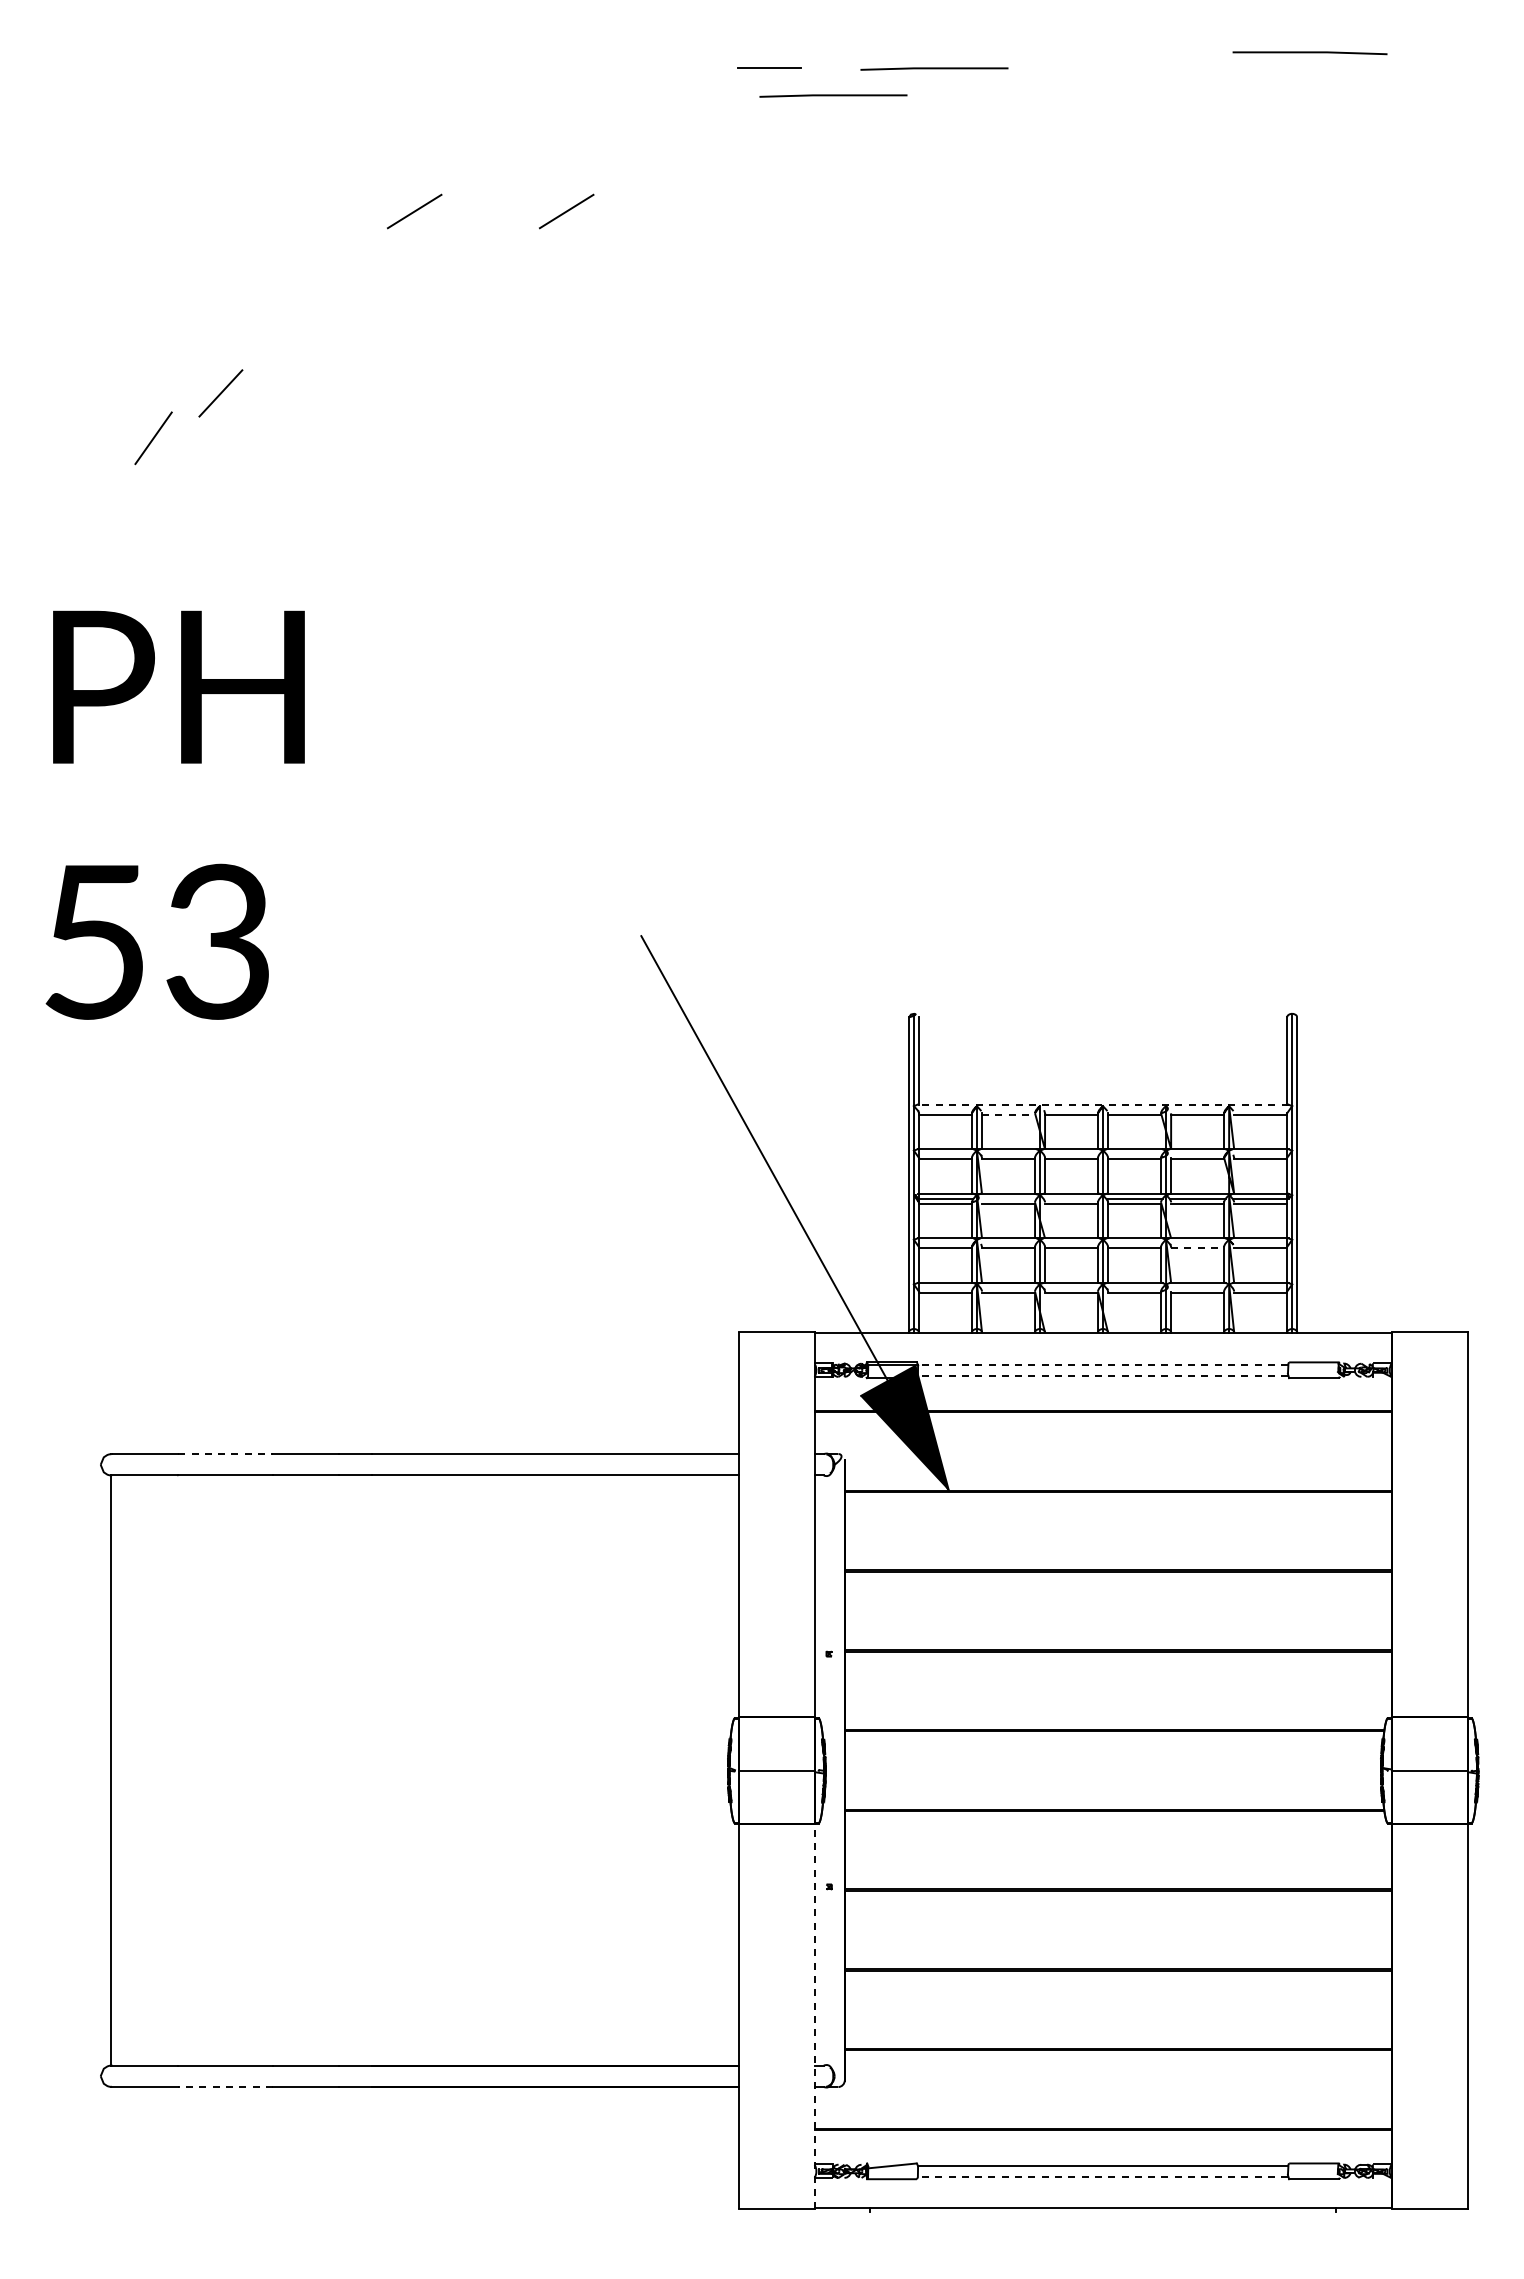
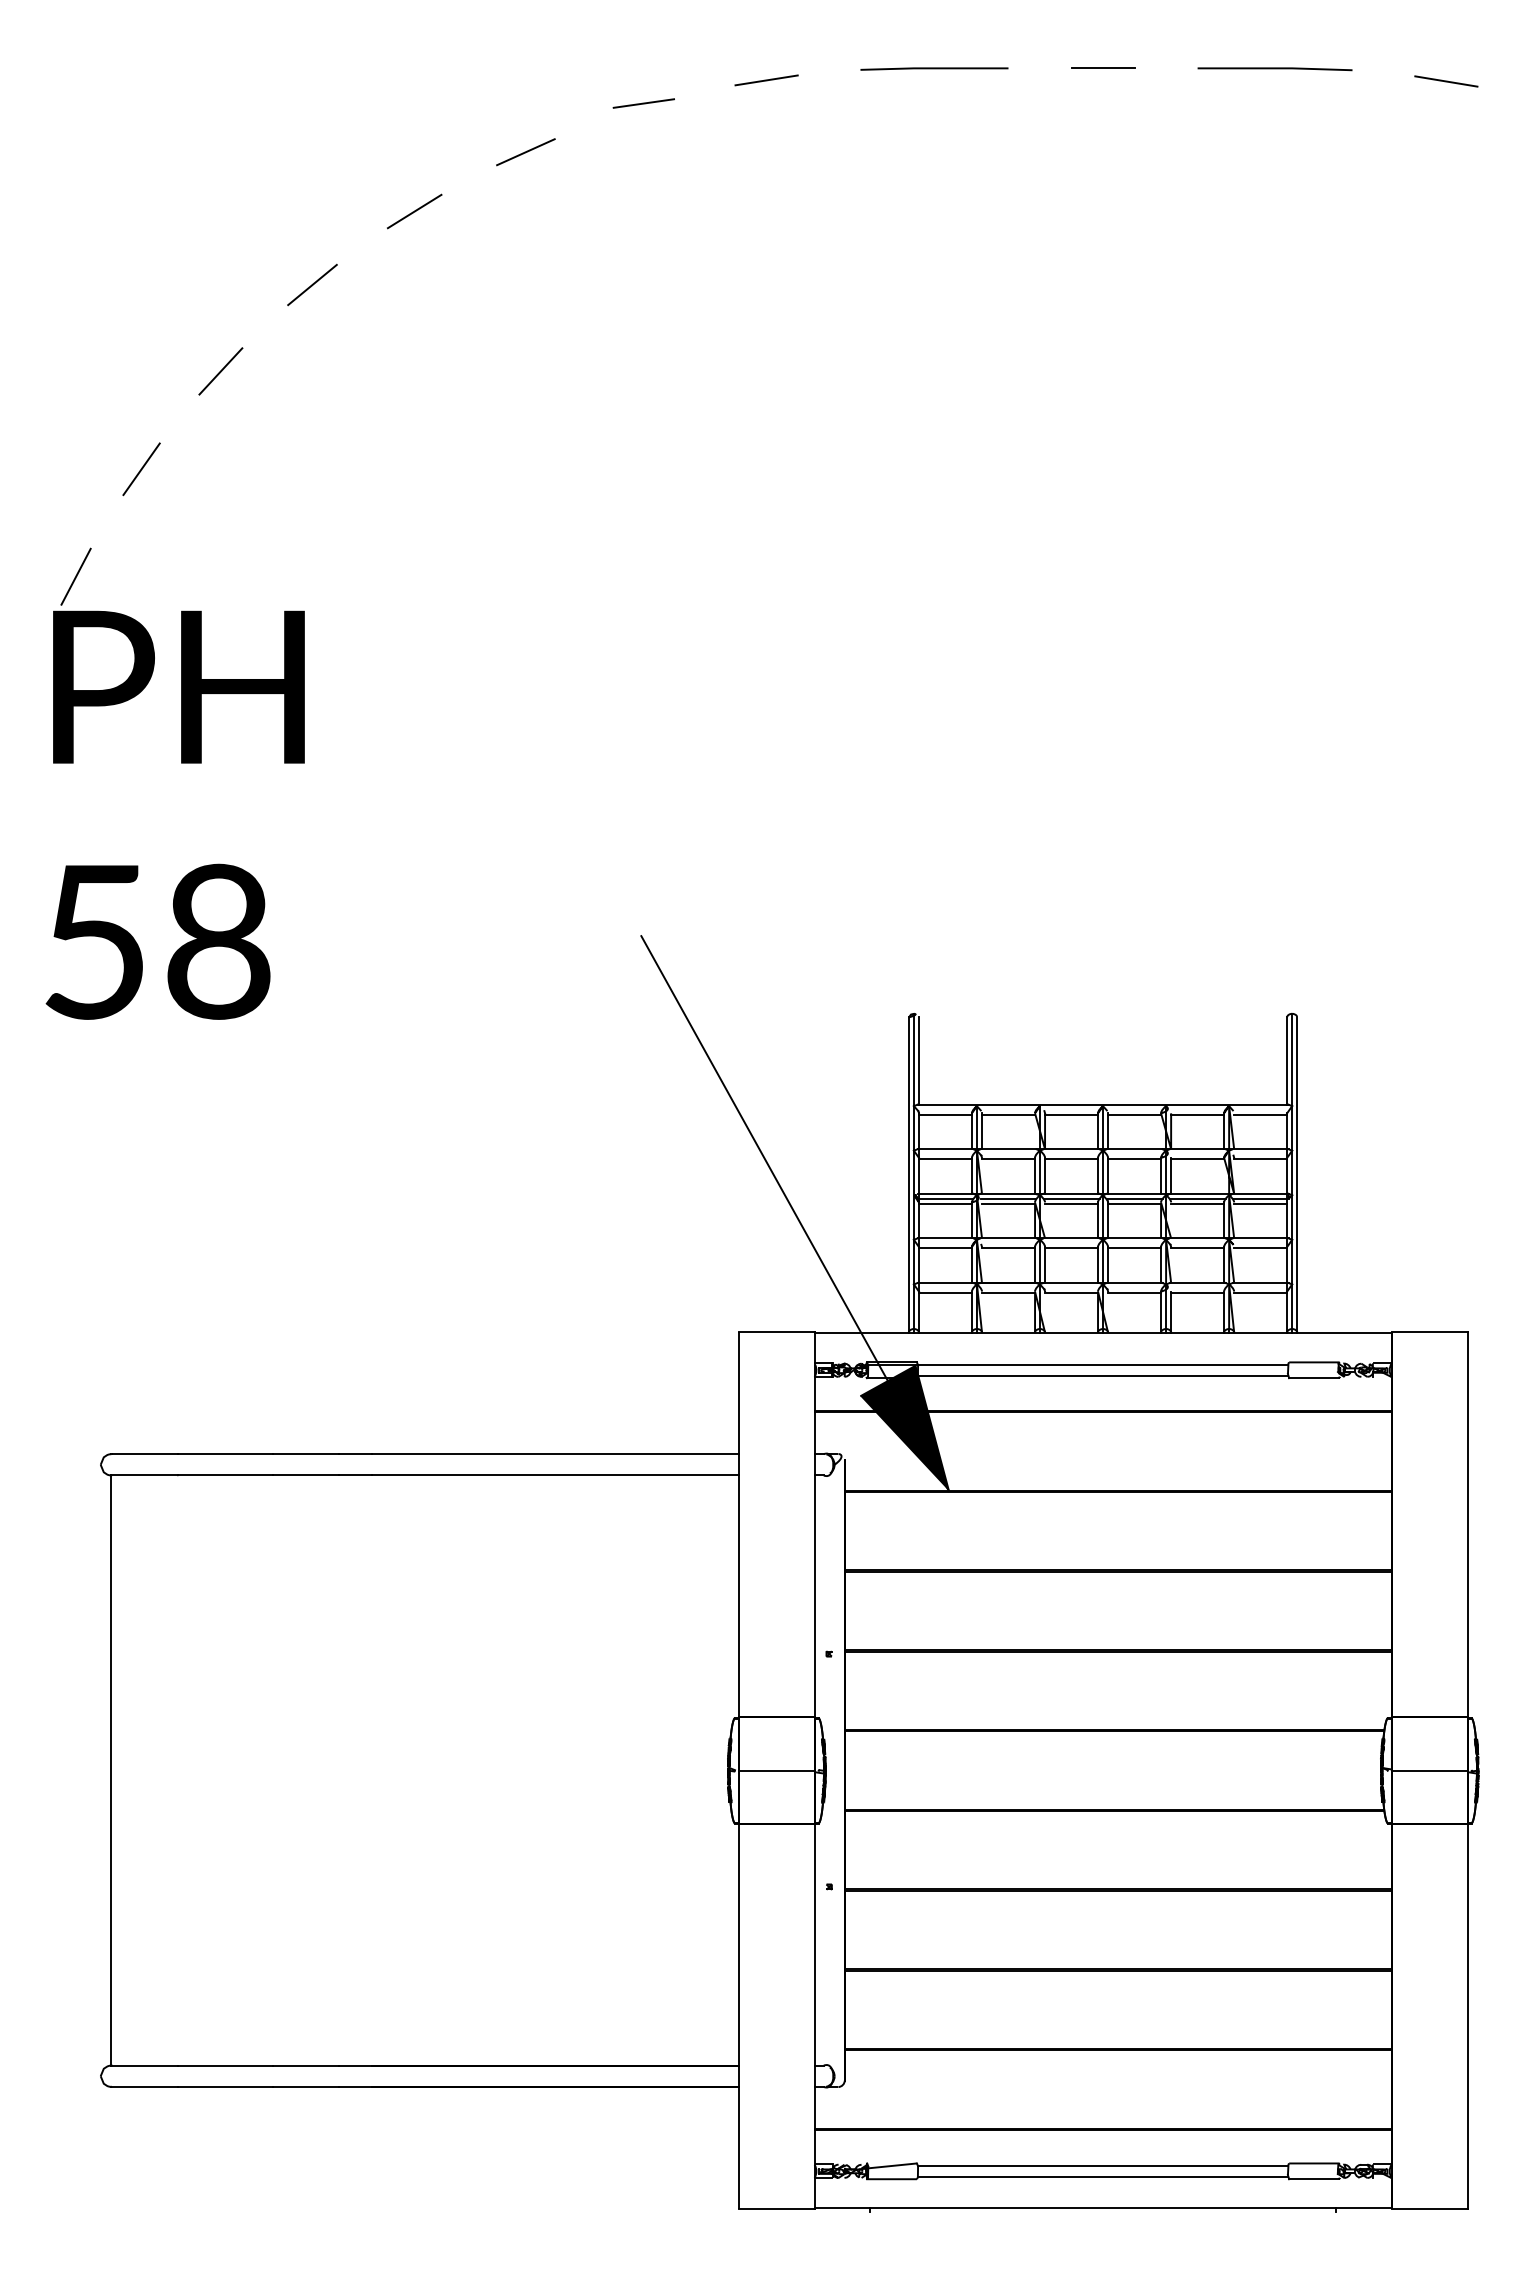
line at (1309, 53) position: (1309, 53) -> (1274, 69)
line at (769, 67) position: (769, 67) -> (1103, 67)
line at (766, 80): none -> present
line at (1446, 81): none -> present
line at (833, 95): present -> none
line at (643, 103): none -> present
line at (525, 152): none -> present
line at (566, 211): present -> none
line at (312, 284): none -> present
line at (220, 393) position: (220, 393) -> (220, 371)
line at (153, 438) position: (153, 438) -> (141, 469)
line at (75, 576): none -> present
text at (218, 941): 53 -> 58
line at (1103, 1104): dashed -> solid
line at (1008, 1114): dashed -> solid
line at (1008, 1198): none -> present
line at (1071, 1198): none -> present
line at (1198, 1248): dashed -> solid
line at (1102, 1364): dashed -> solid
line at (1102, 1375): dashed -> solid
line at (226, 1454): dashed -> solid
line at (814, 2016): dashed -> solid
line at (225, 2086): dashed -> solid
line at (1102, 2177): dashed -> solid
